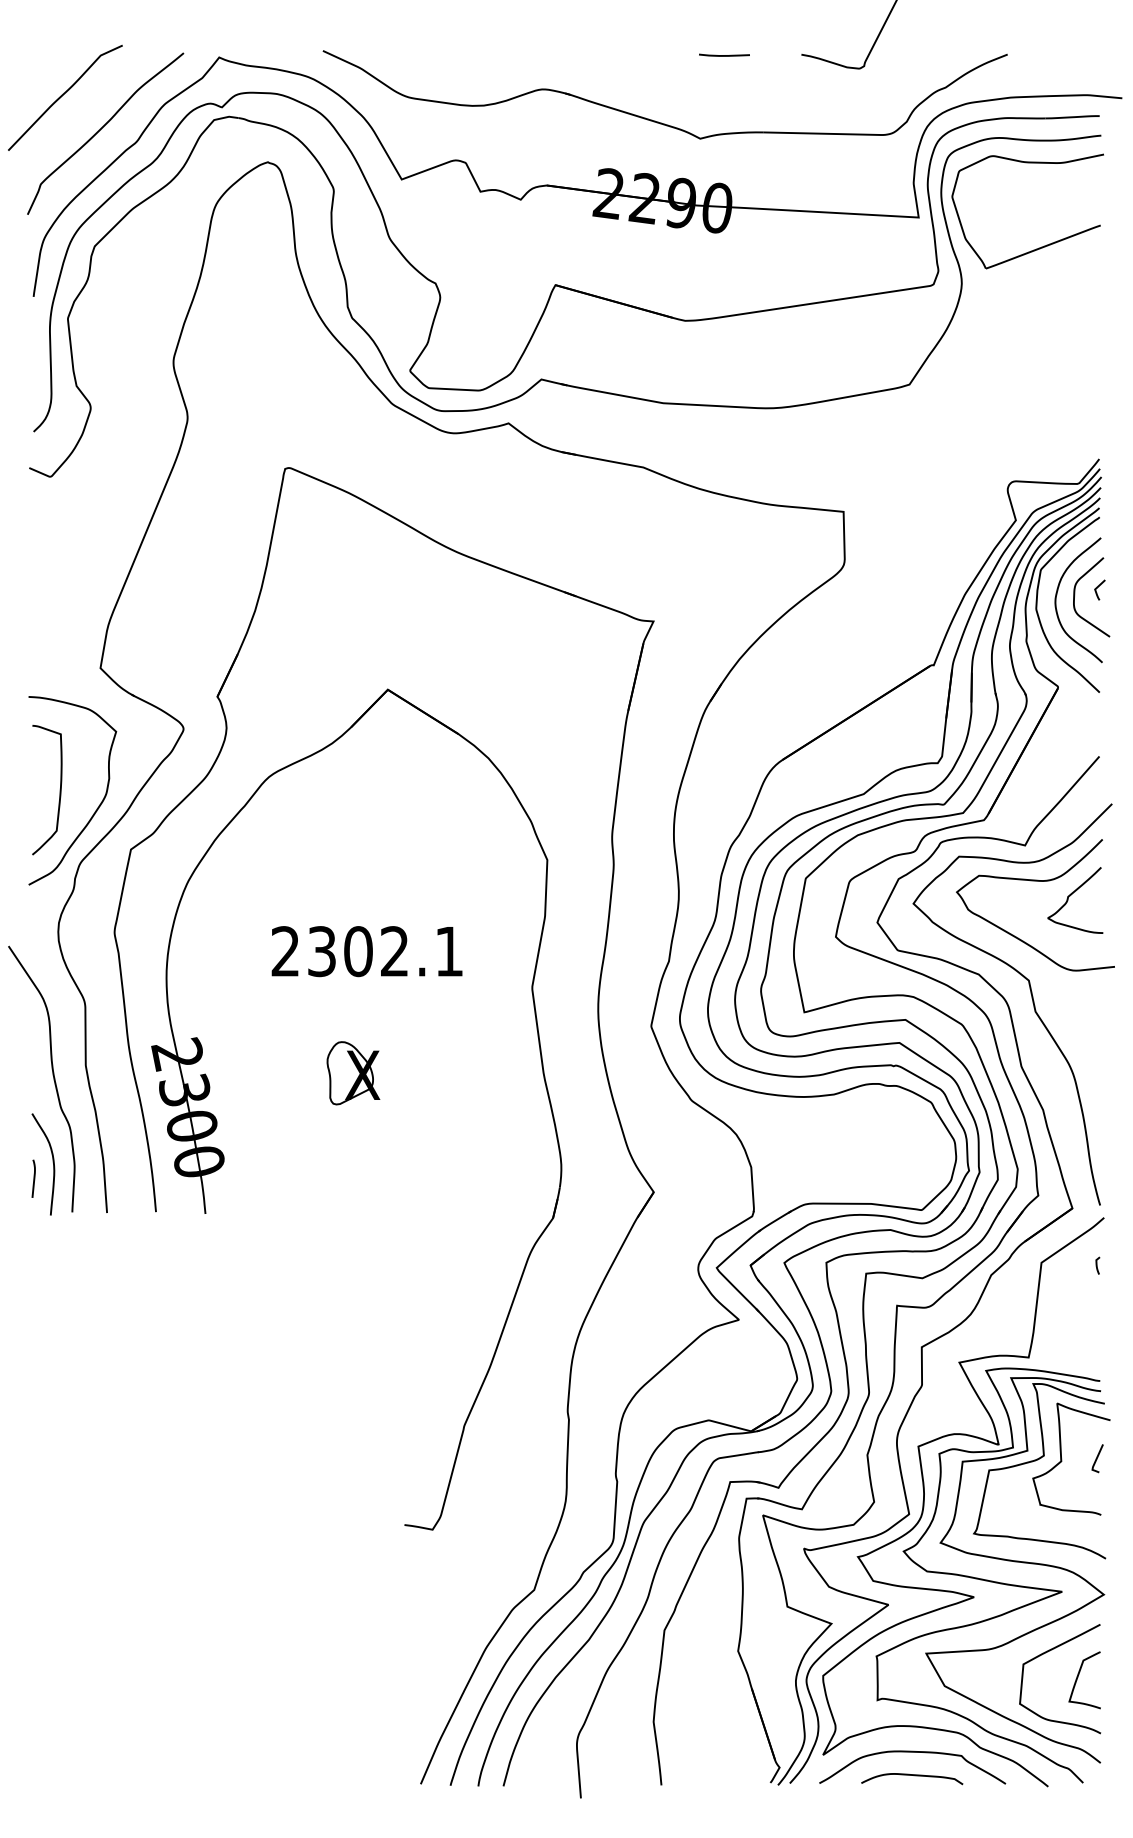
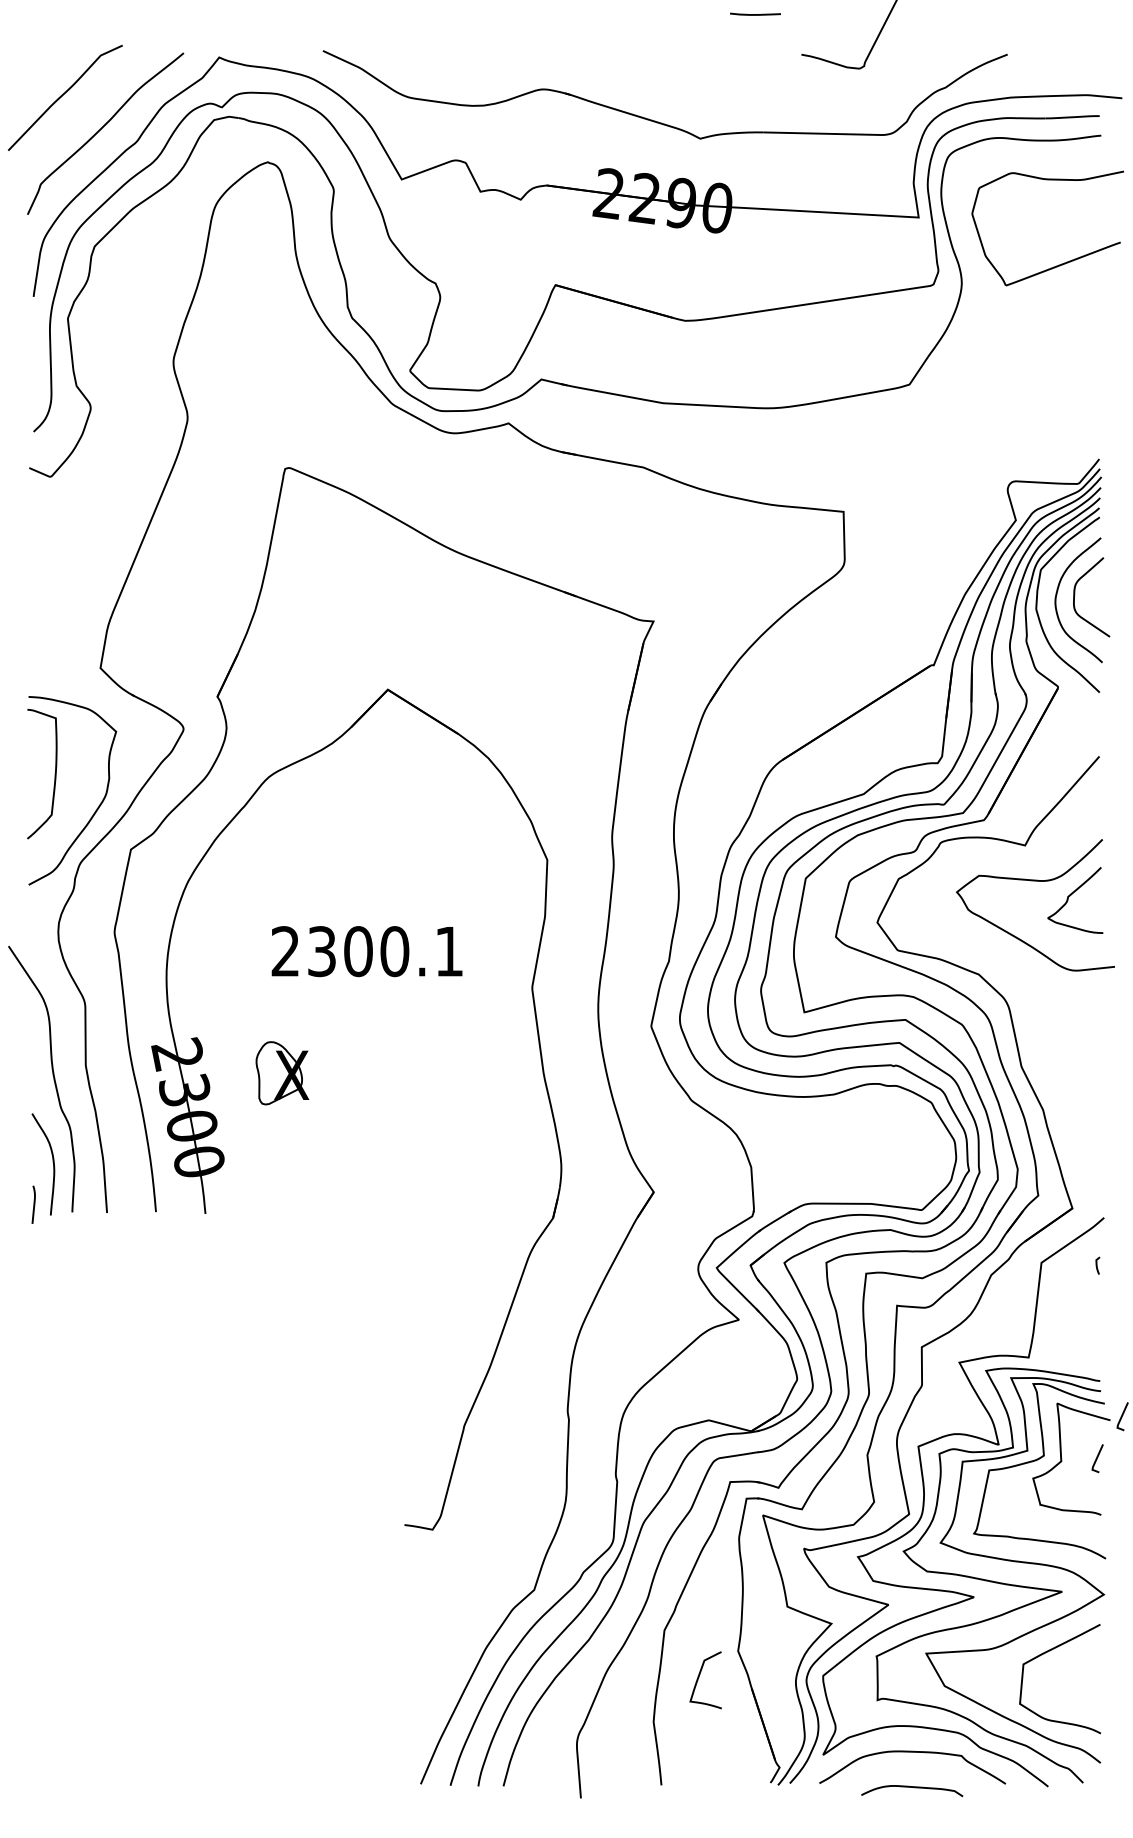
line at (724, 55) position: (724, 55) -> (755, 14)
part at (1038, 247) position: (1038, 247) -> (1058, 264)
line at (1098, 587): present -> none
curve at (59, 790) position: (59, 790) -> (54, 774)
text at (394, 951): 2302.1 -> 2300.1
curve at (1031, 998): present -> none
part at (353, 1073) position: (353, 1073) -> (282, 1073)
curve at (33, 1178) position: (33, 1178) -> (33, 1204)
curve at (1122, 1416): none -> present
curve at (1078, 1677) position: (1078, 1677) -> (699, 1677)
curve at (914, 1776) position: (914, 1776) -> (914, 1788)
